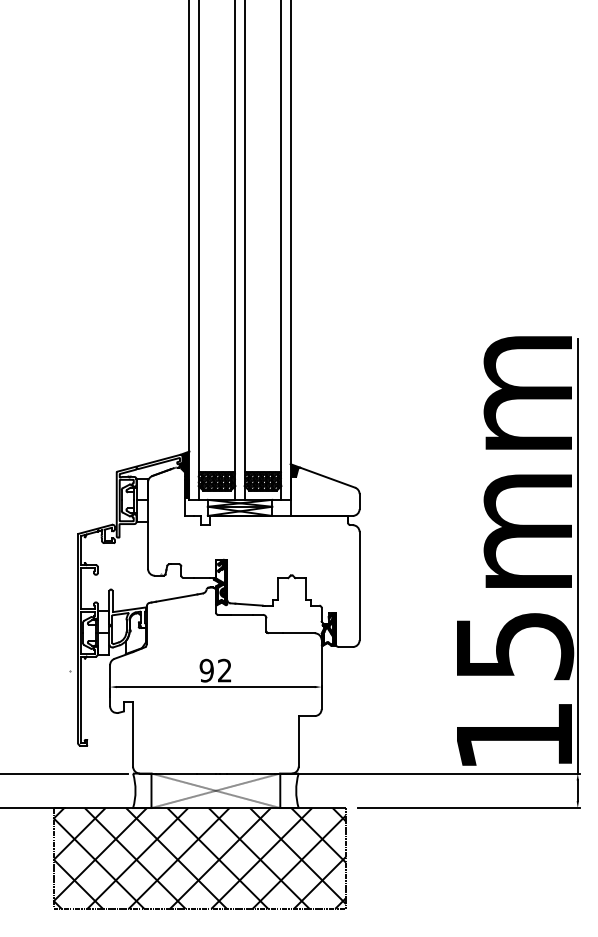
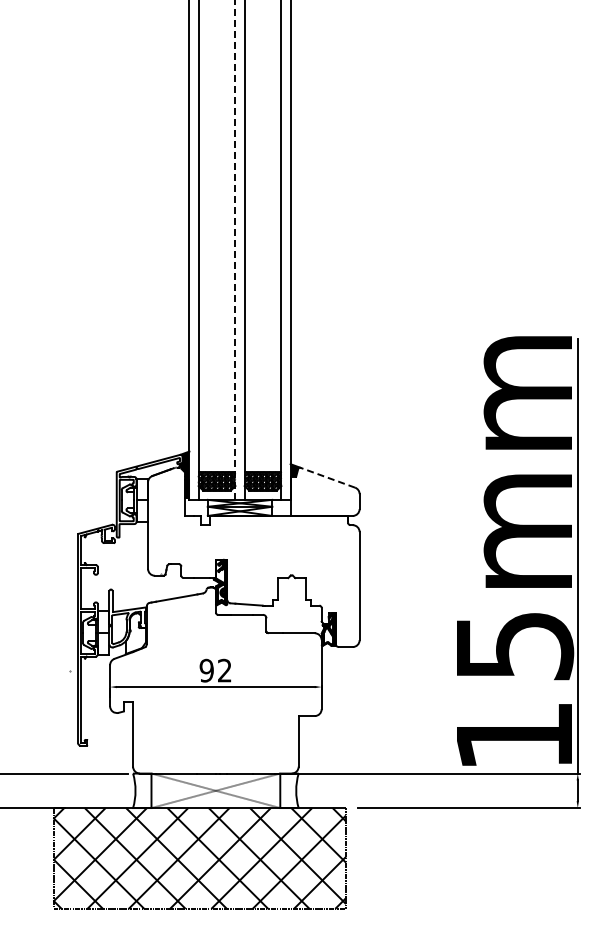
line at (235, 249): solid -> dashed
line at (327, 477): solid -> dashed
